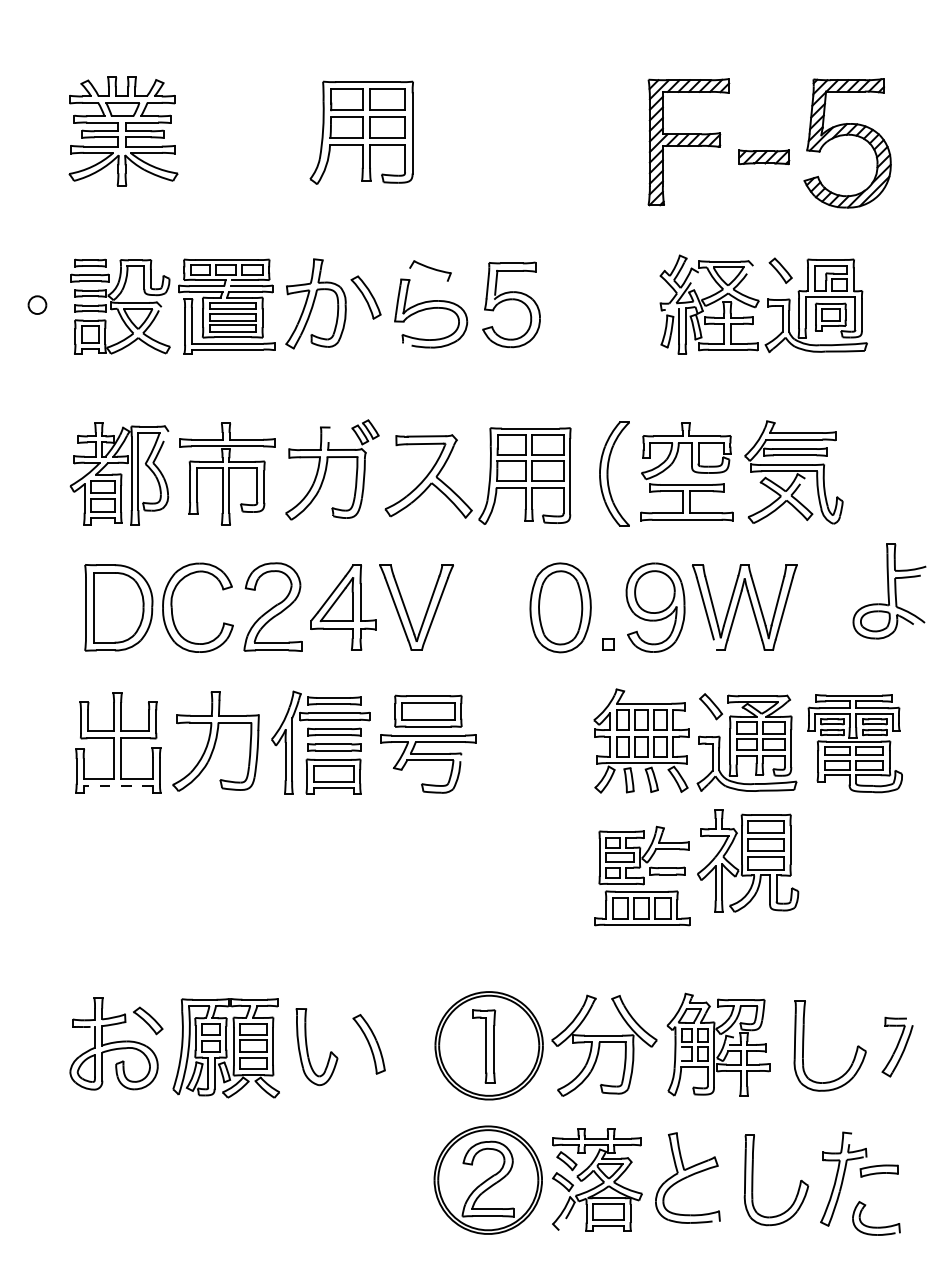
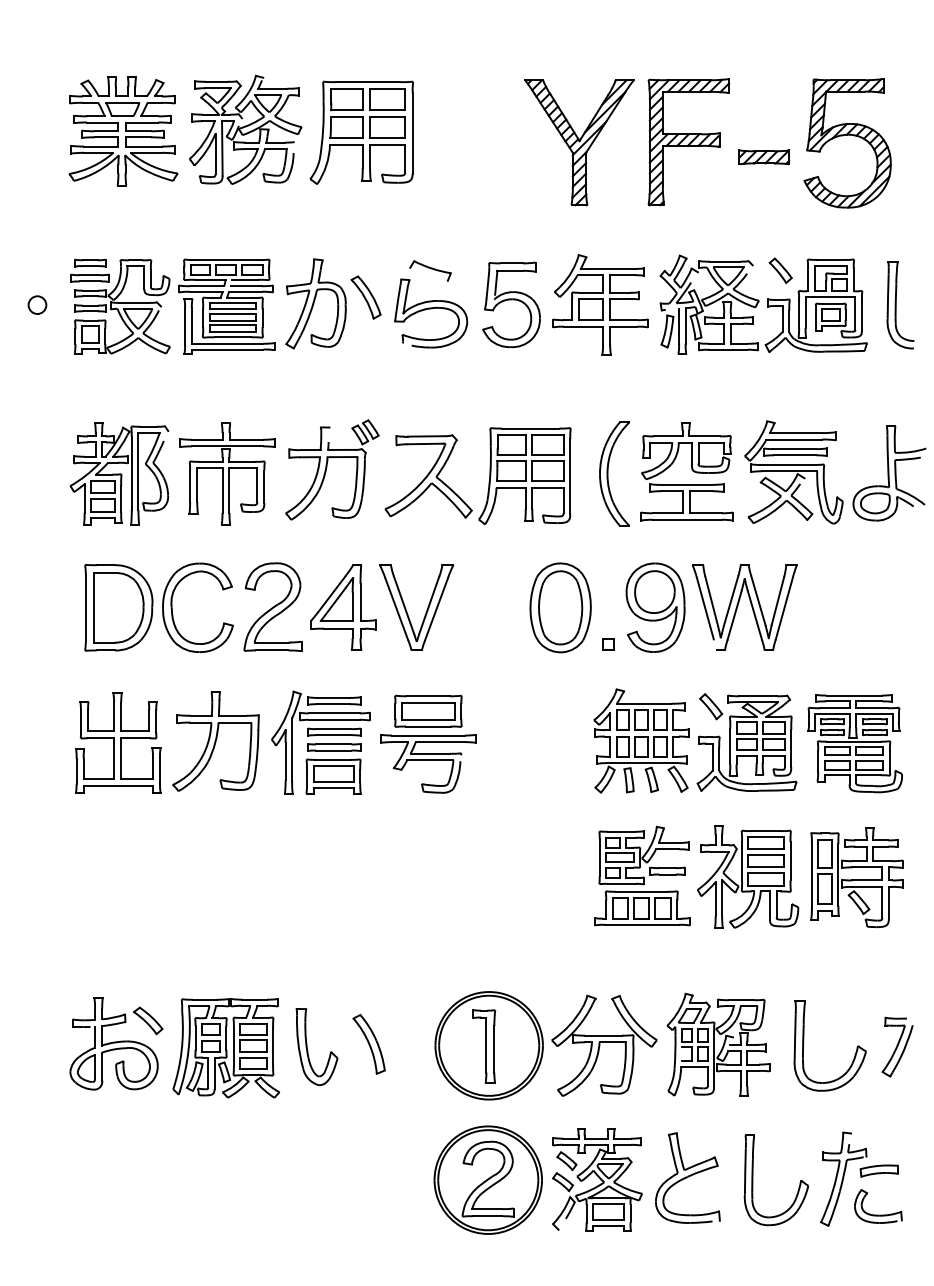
part at (245, 129): none -> present
part at (579, 142): none -> present
part at (600, 304): none -> present
part at (900, 305): none -> present
part at (889, 591) position: (889, 591) -> (889, 473)
line at (118, 786): dashed -> solid
part at (748, 860) position: (748, 860) -> (748, 876)
part at (856, 877): none -> present
part at (876, 1226) position: (876, 1226) -> (878, 1214)
